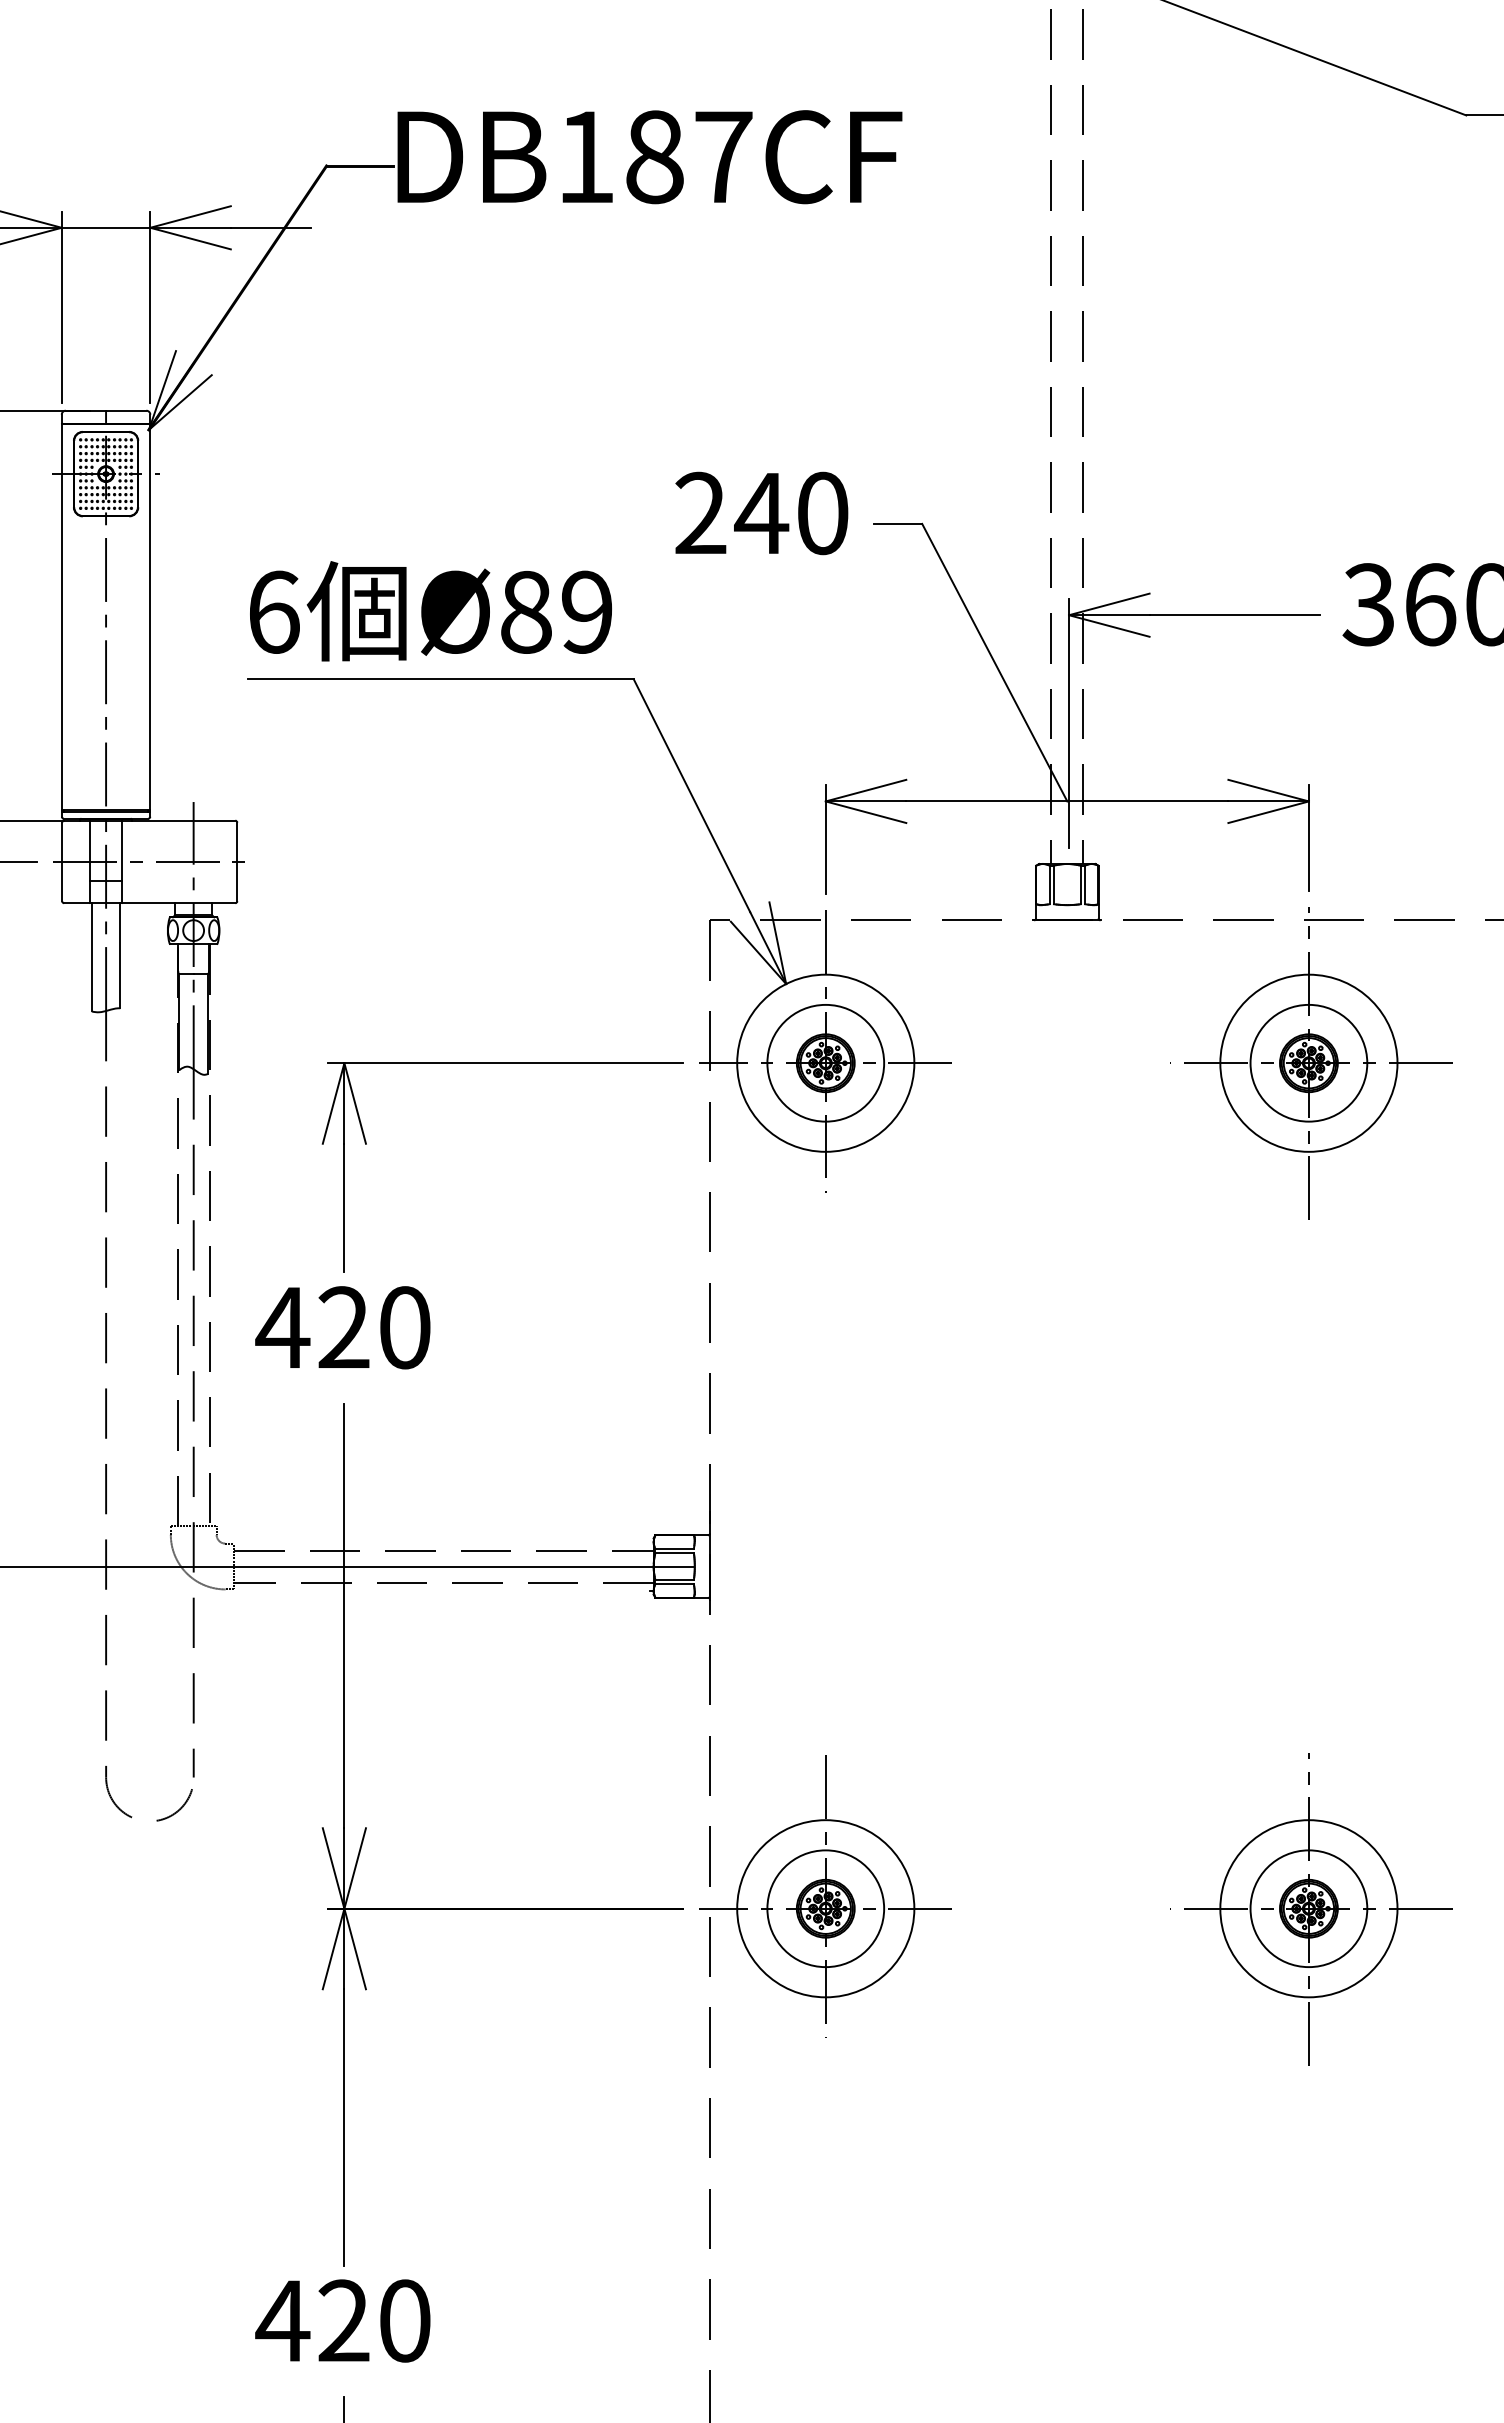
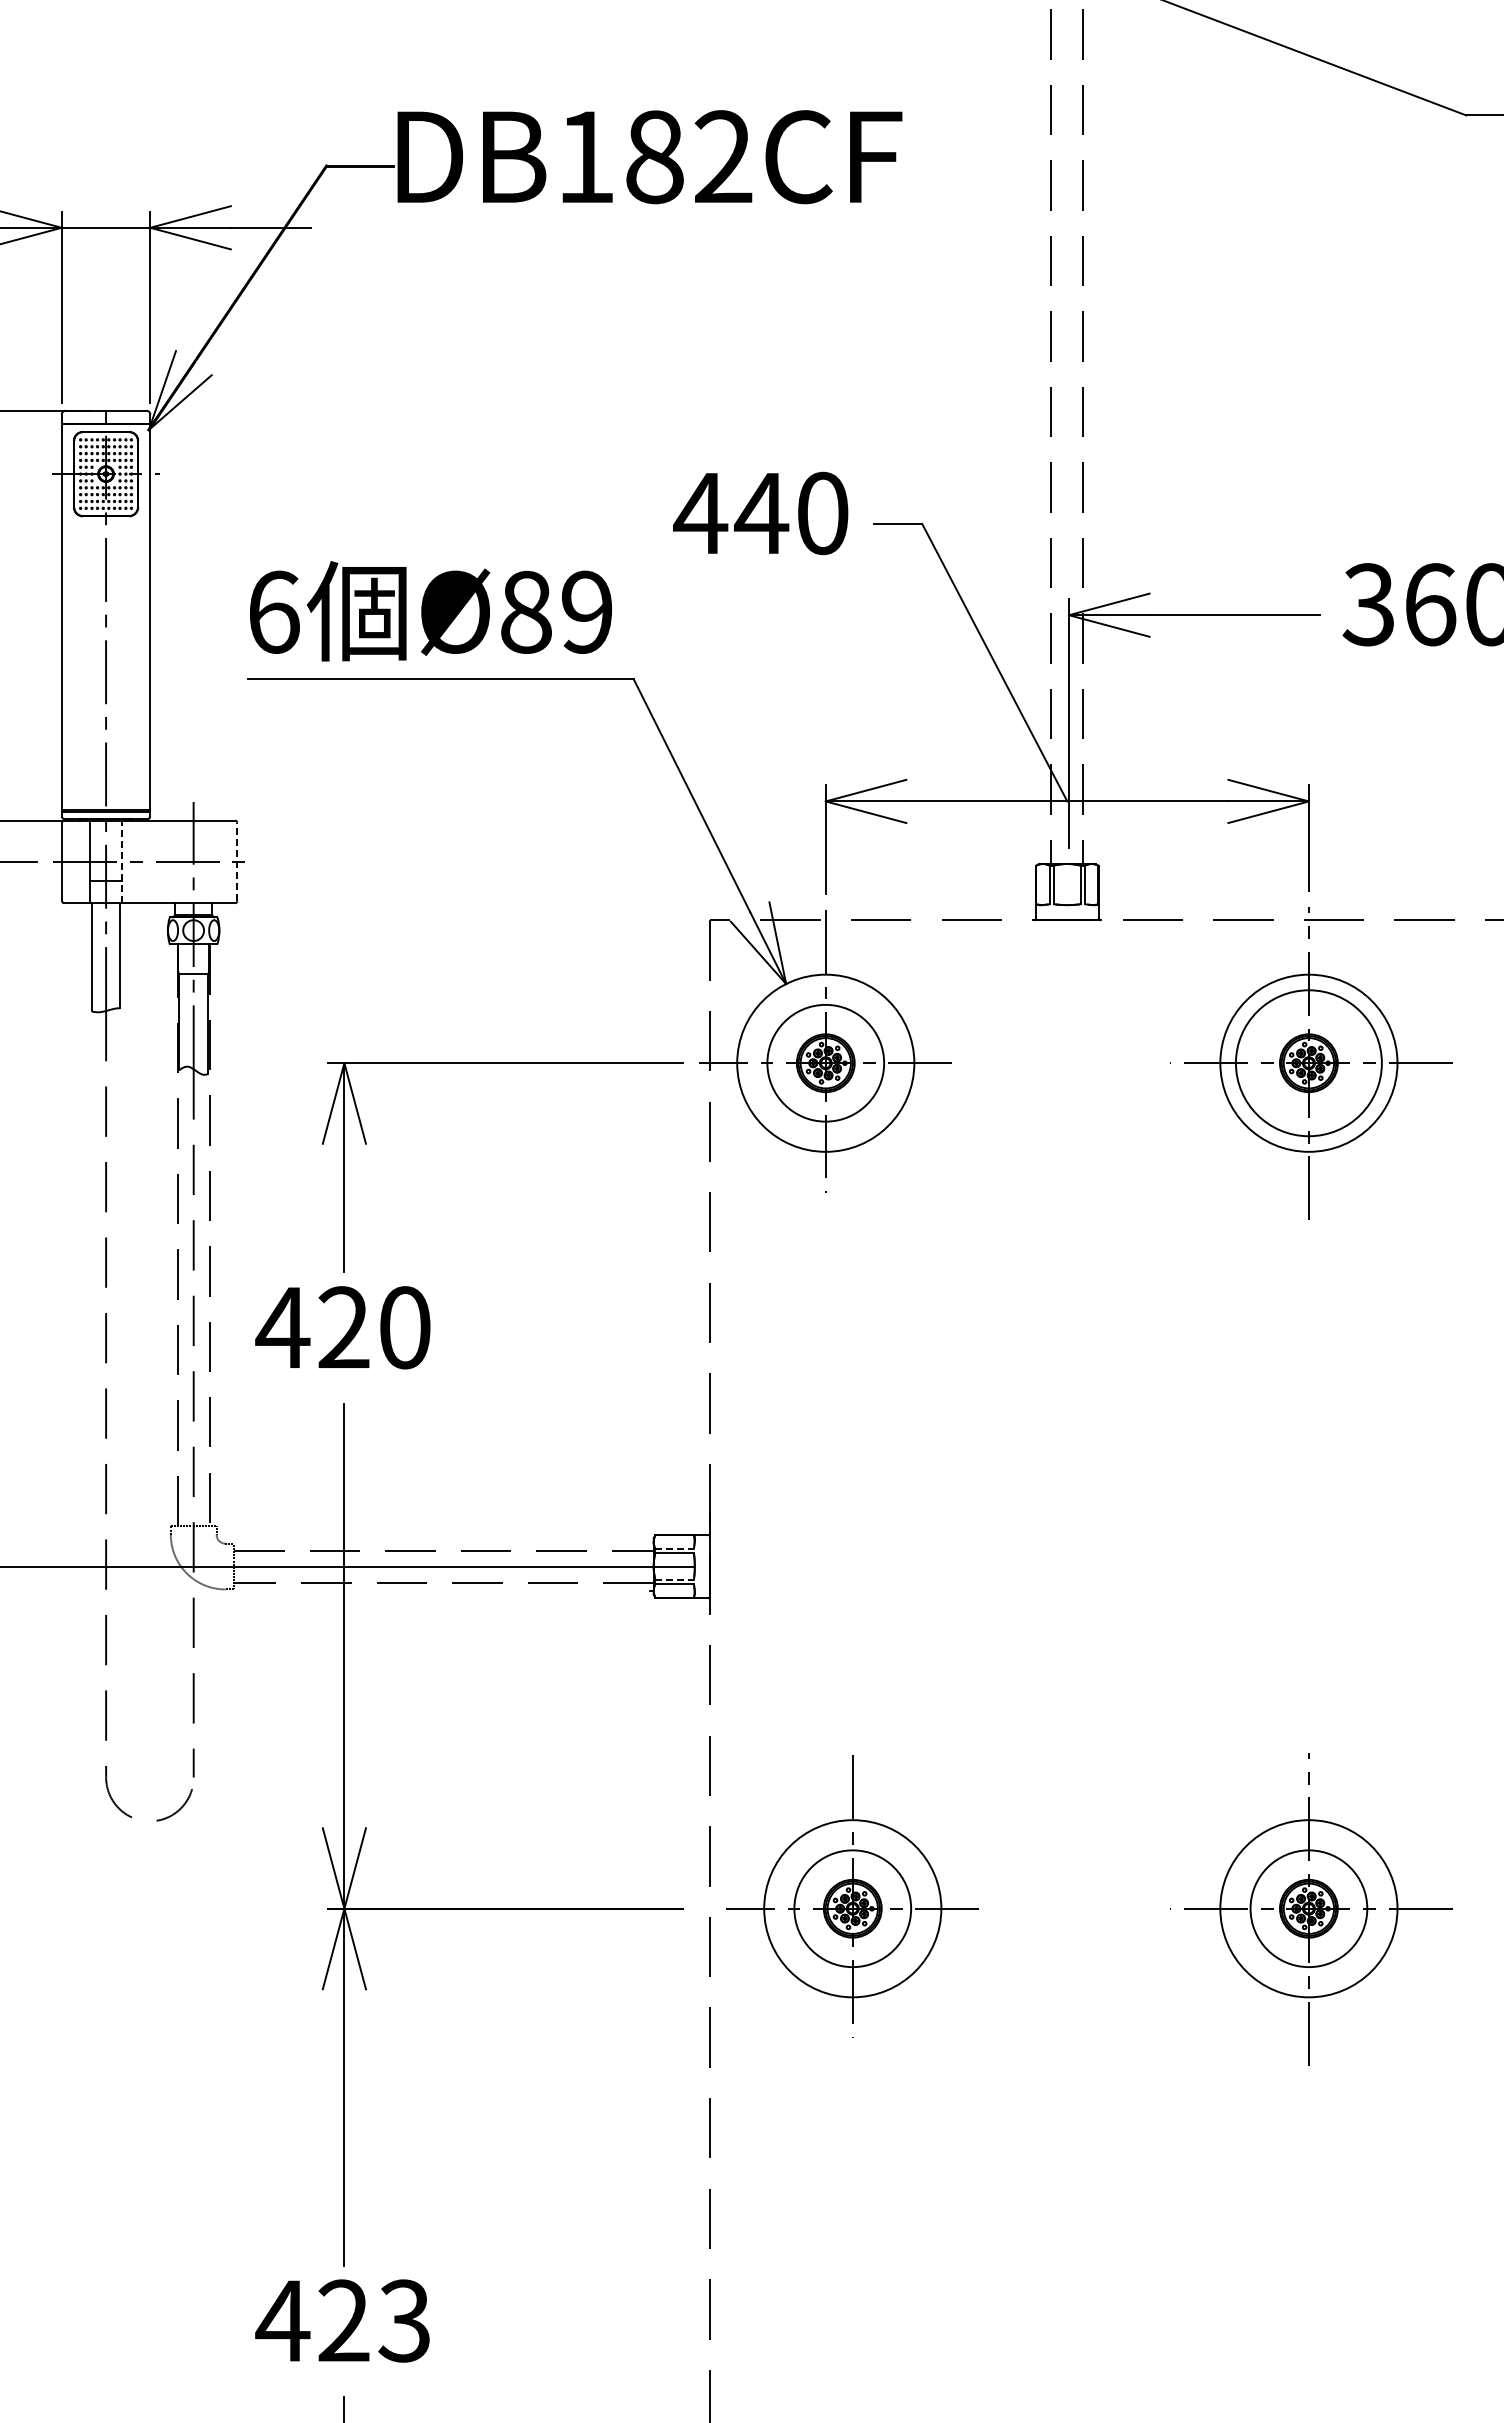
text at (723, 156): DB187CF -> DB182CF
text at (700, 512): 240 -> 440
line at (122, 861): solid -> dashed
line at (237, 861): solid -> dashed
circle at (1308, 1062) diameter: 117 px -> 146 px
line at (675, 1548): solid -> dashed
line at (675, 1579): solid -> dashed
part at (825, 1896) position: (825, 1896) -> (852, 1896)
text at (404, 2320): 420 -> 423
